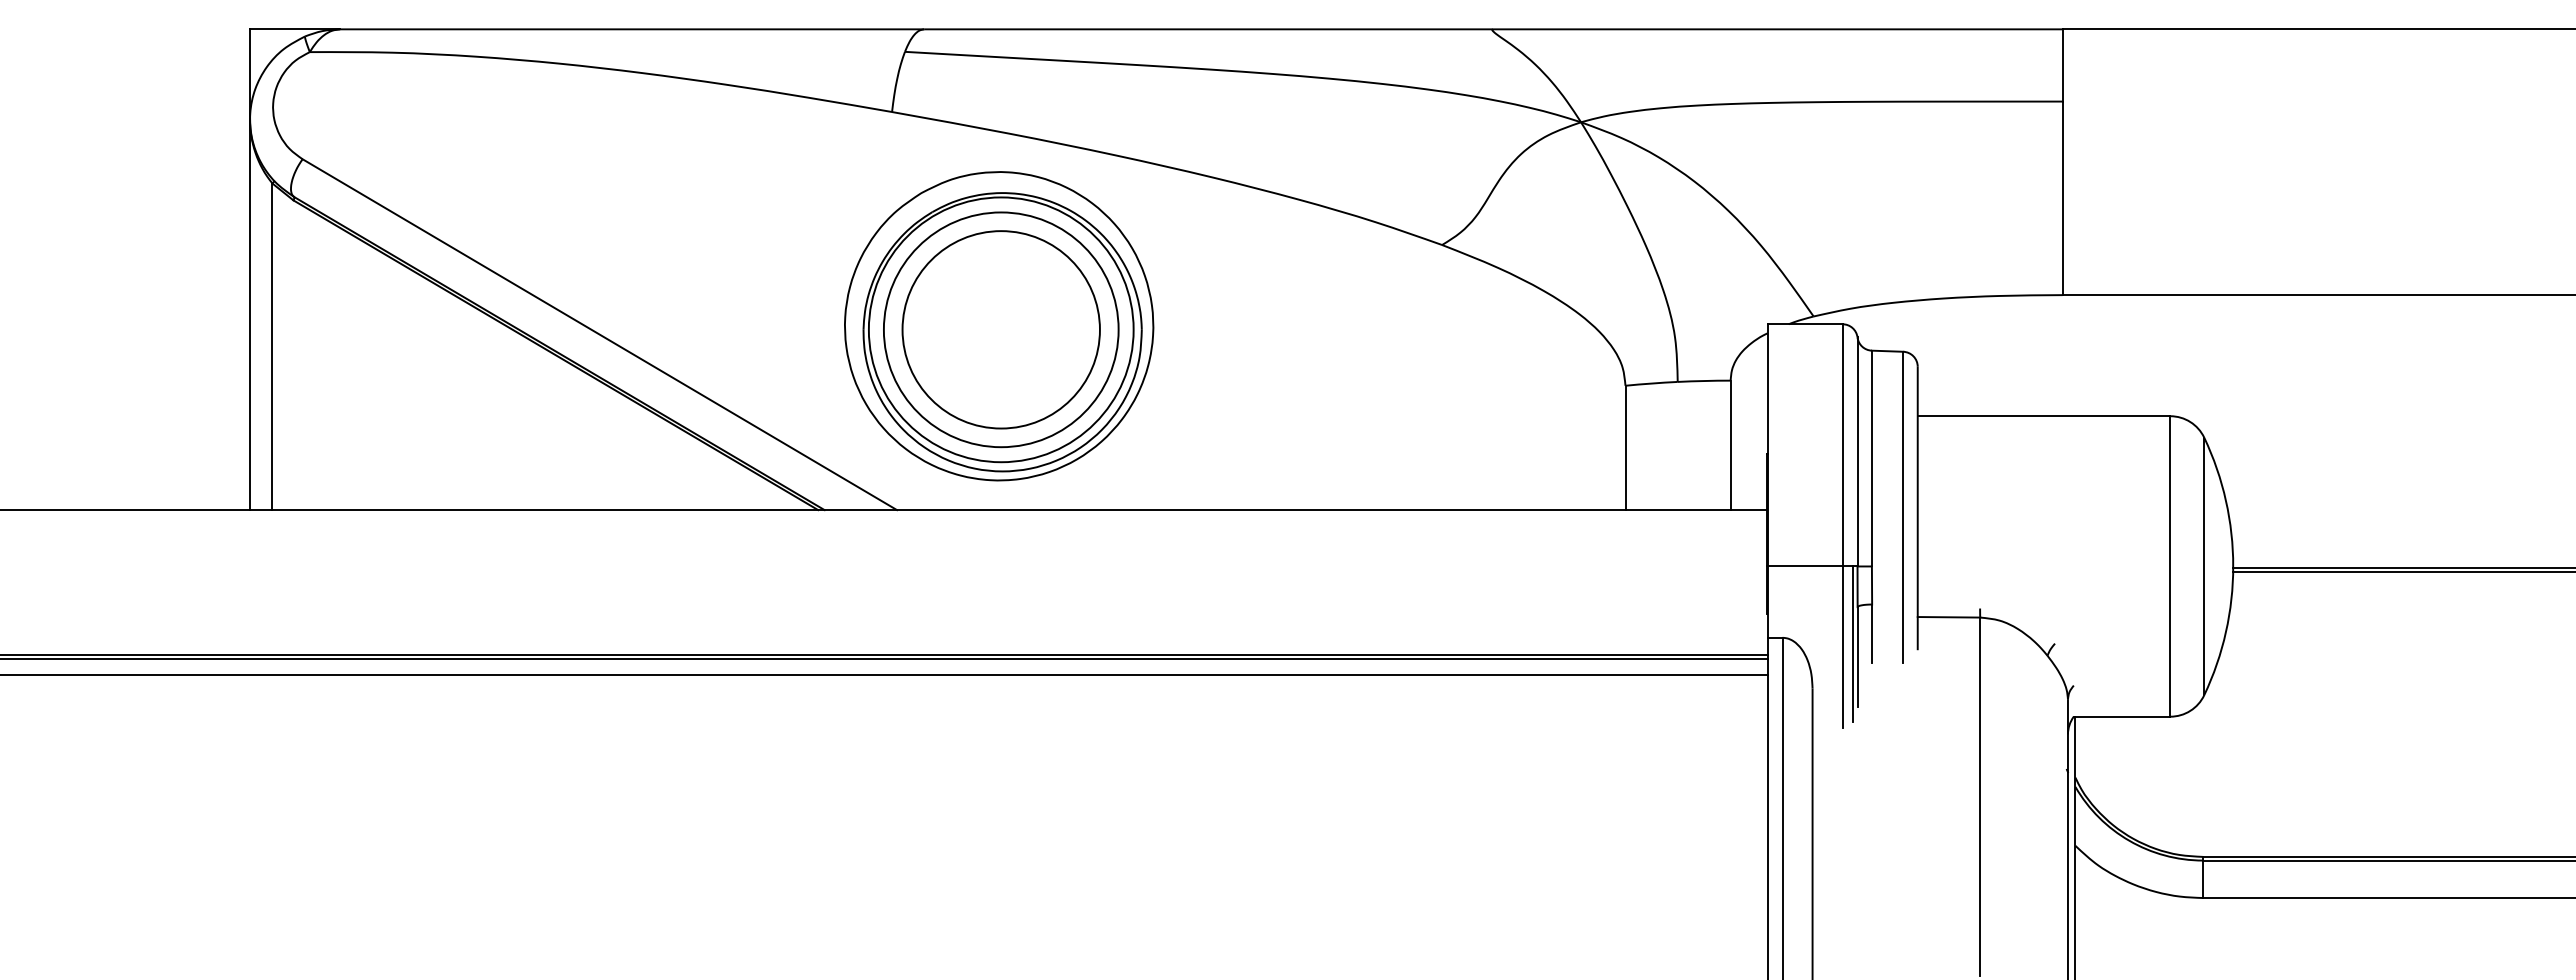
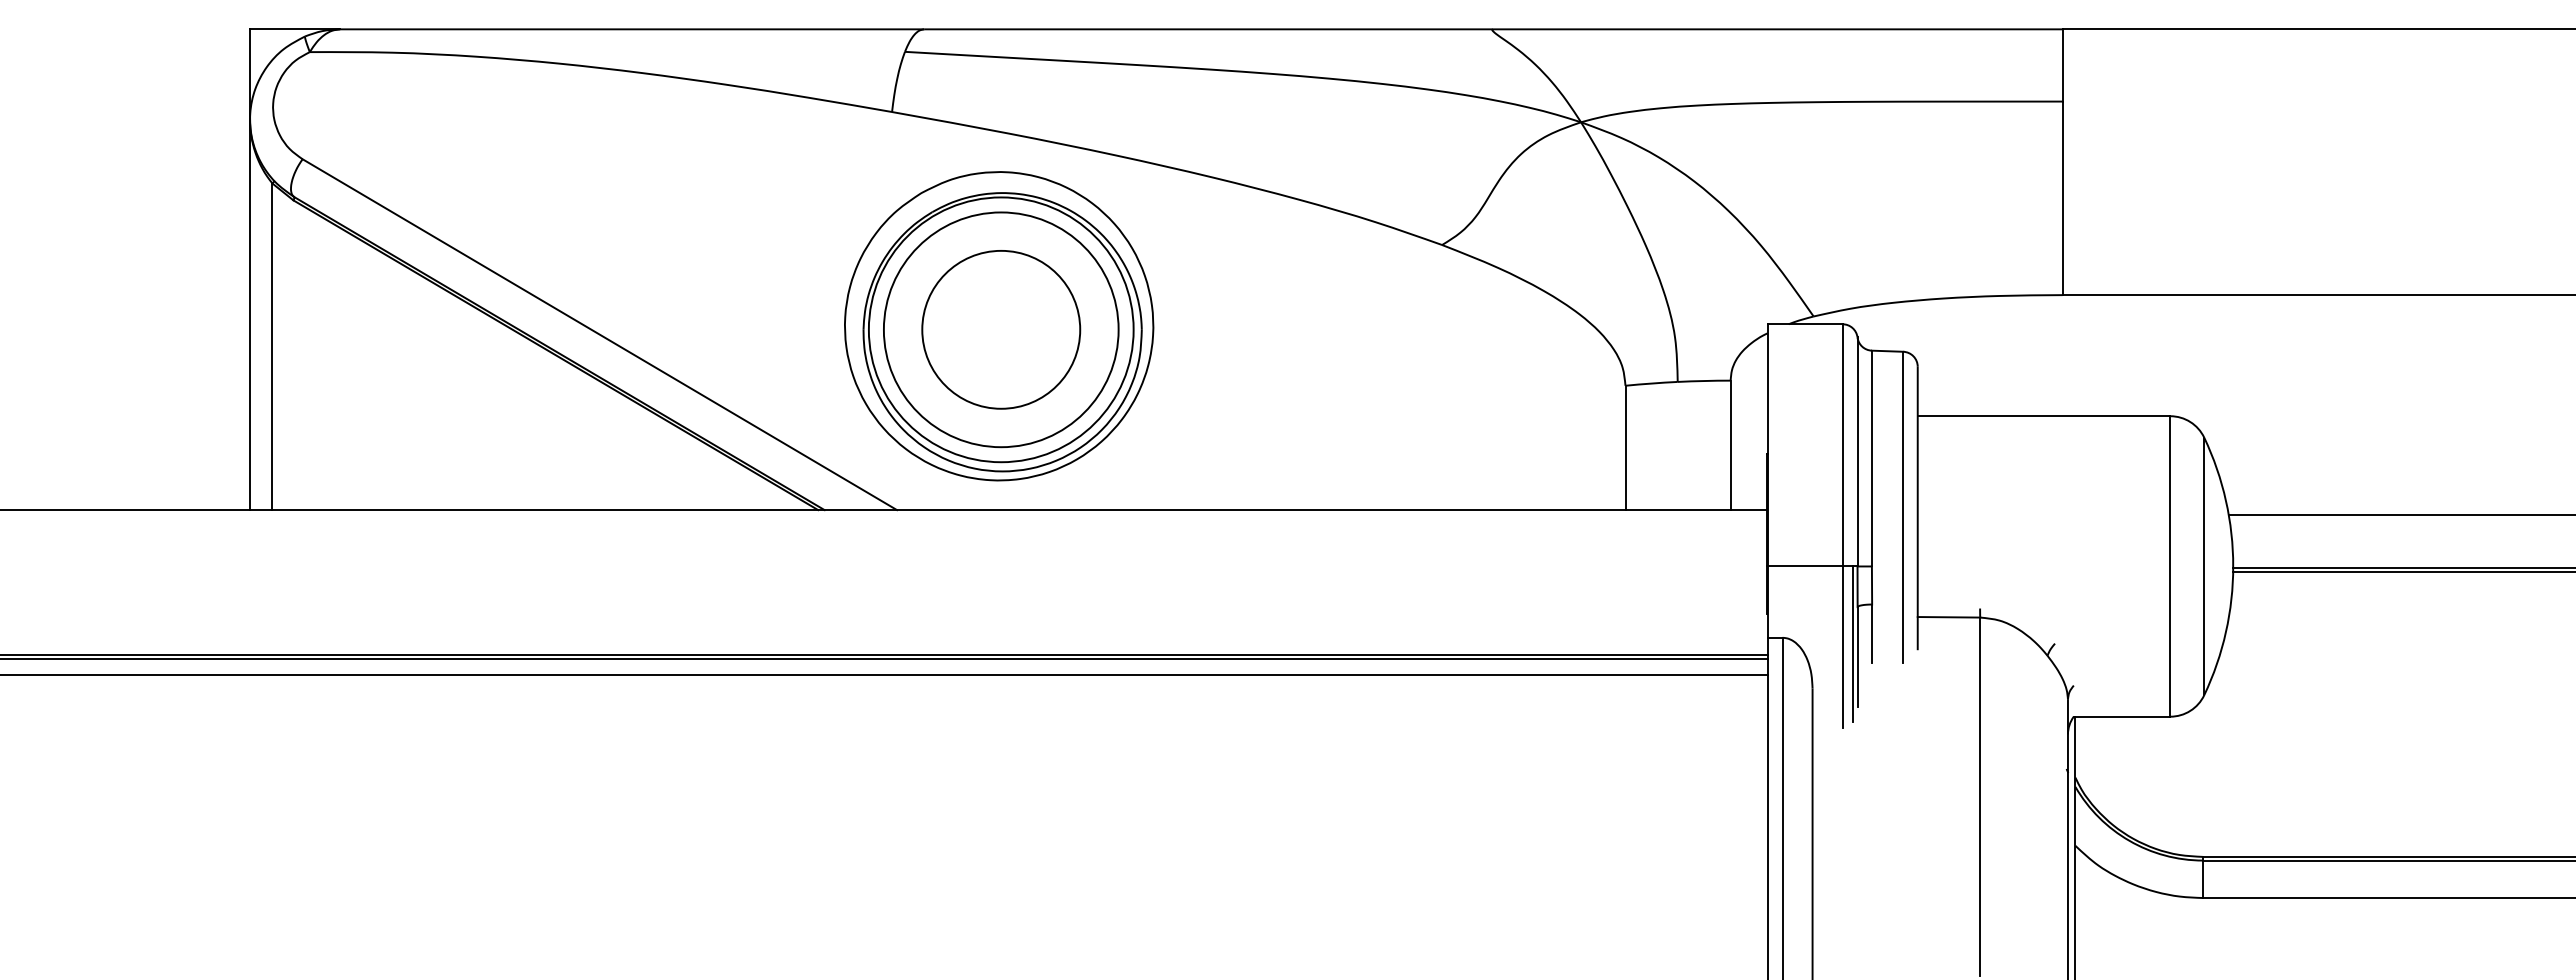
circle at (1000, 329) diameter: 197 px -> 158 px
line at (2400, 515): none -> present
